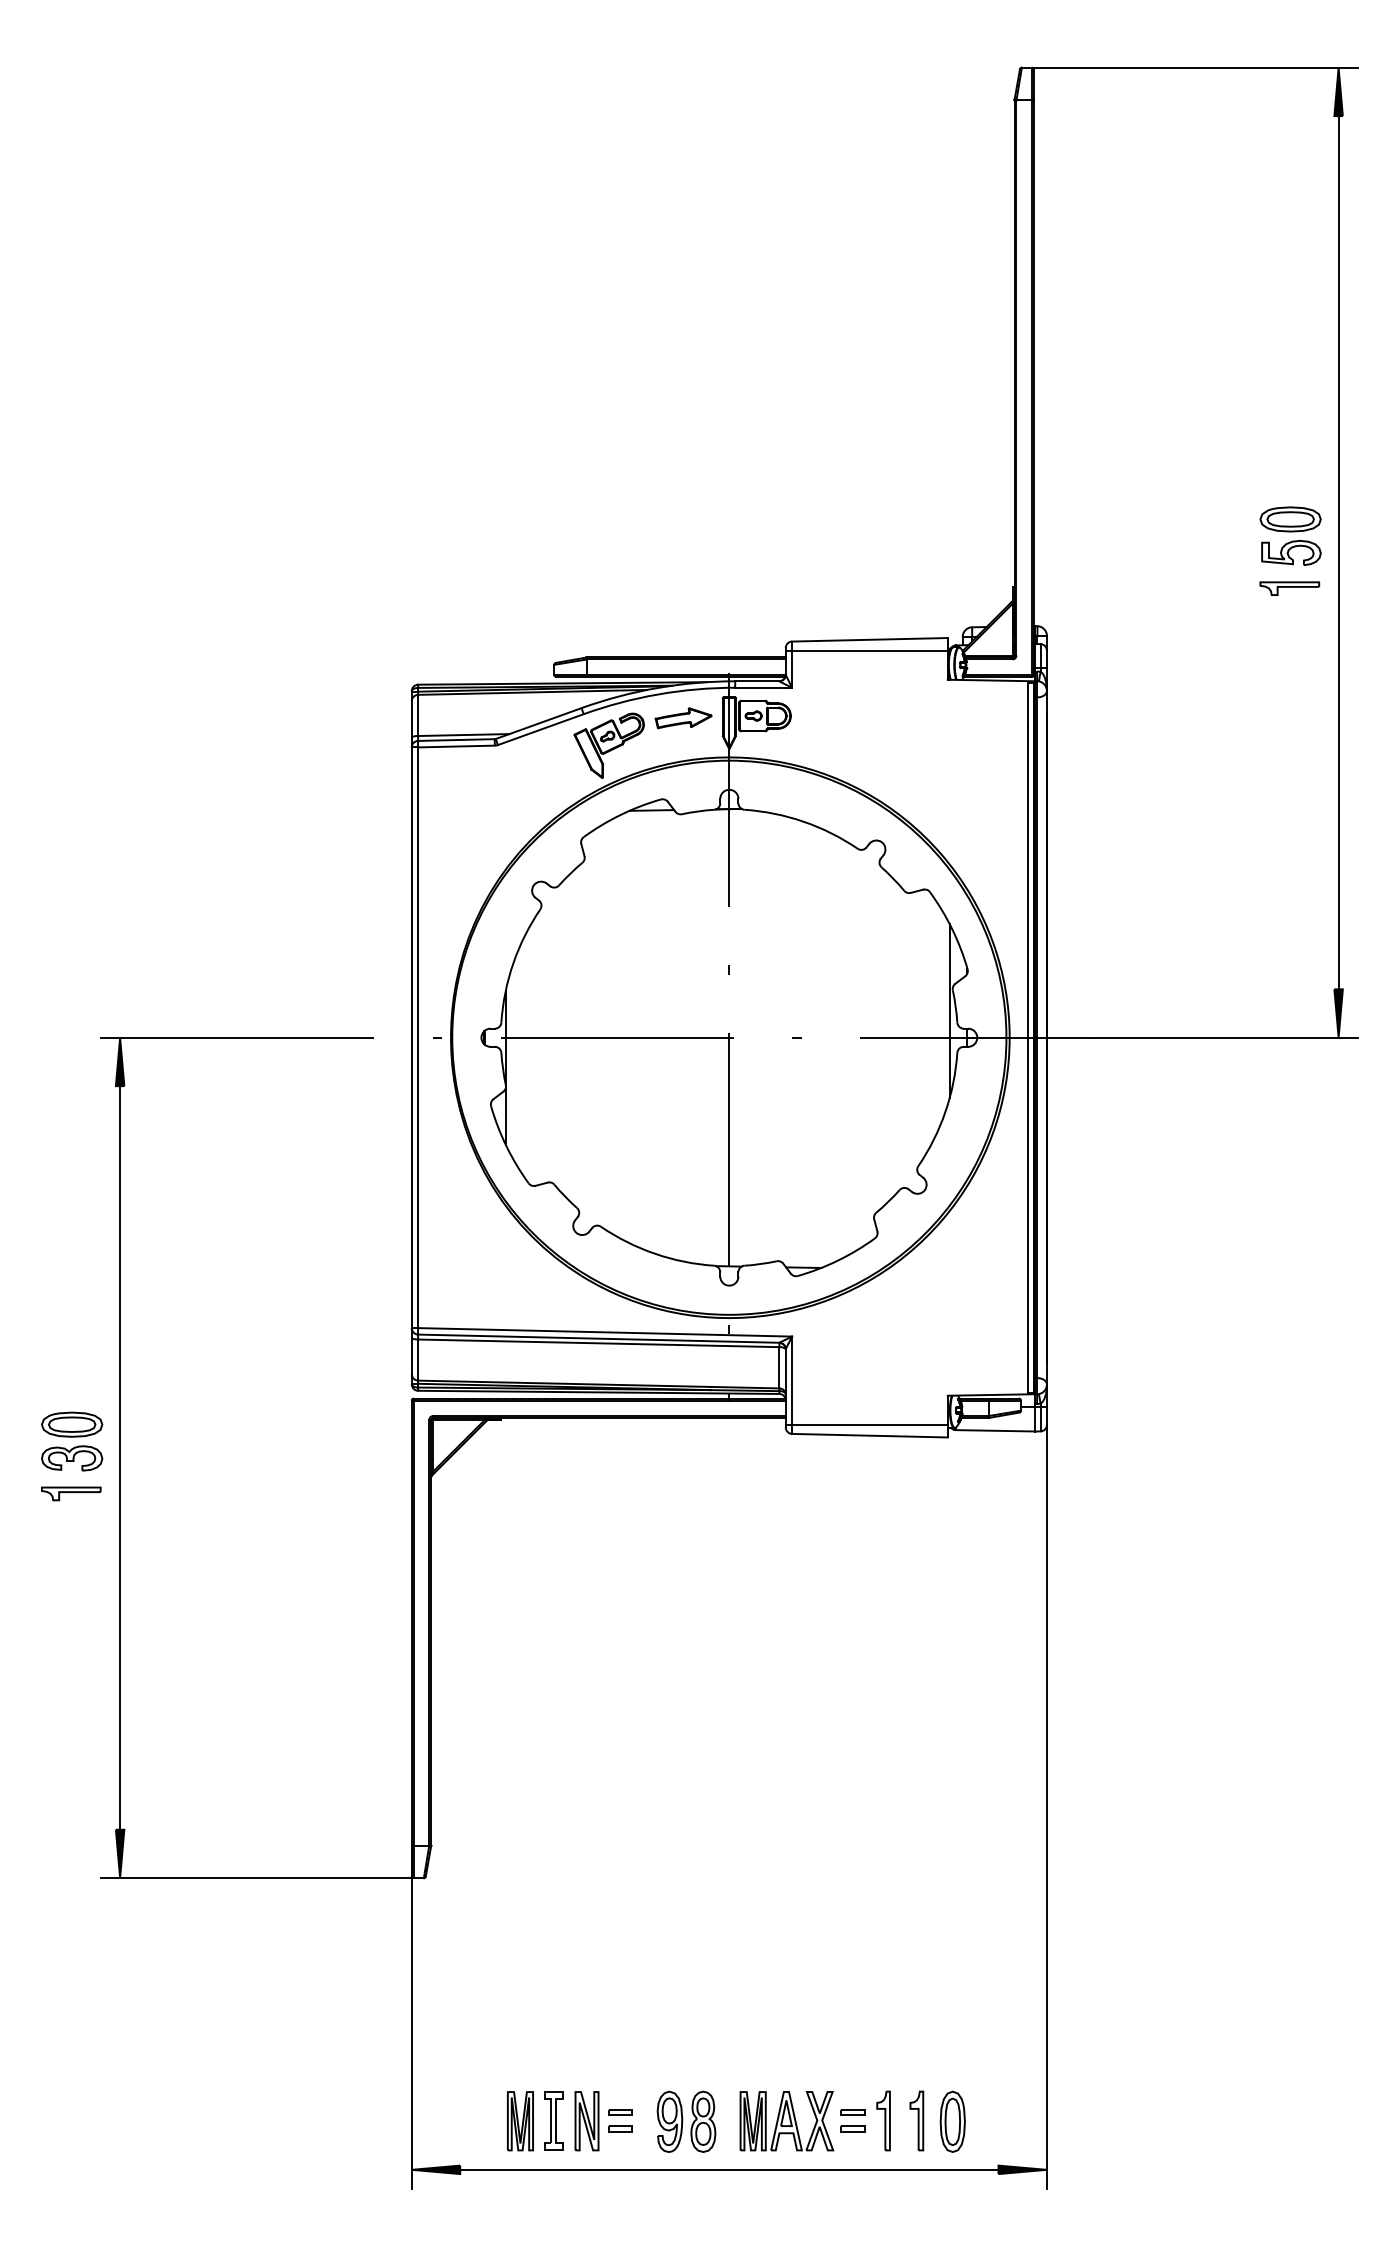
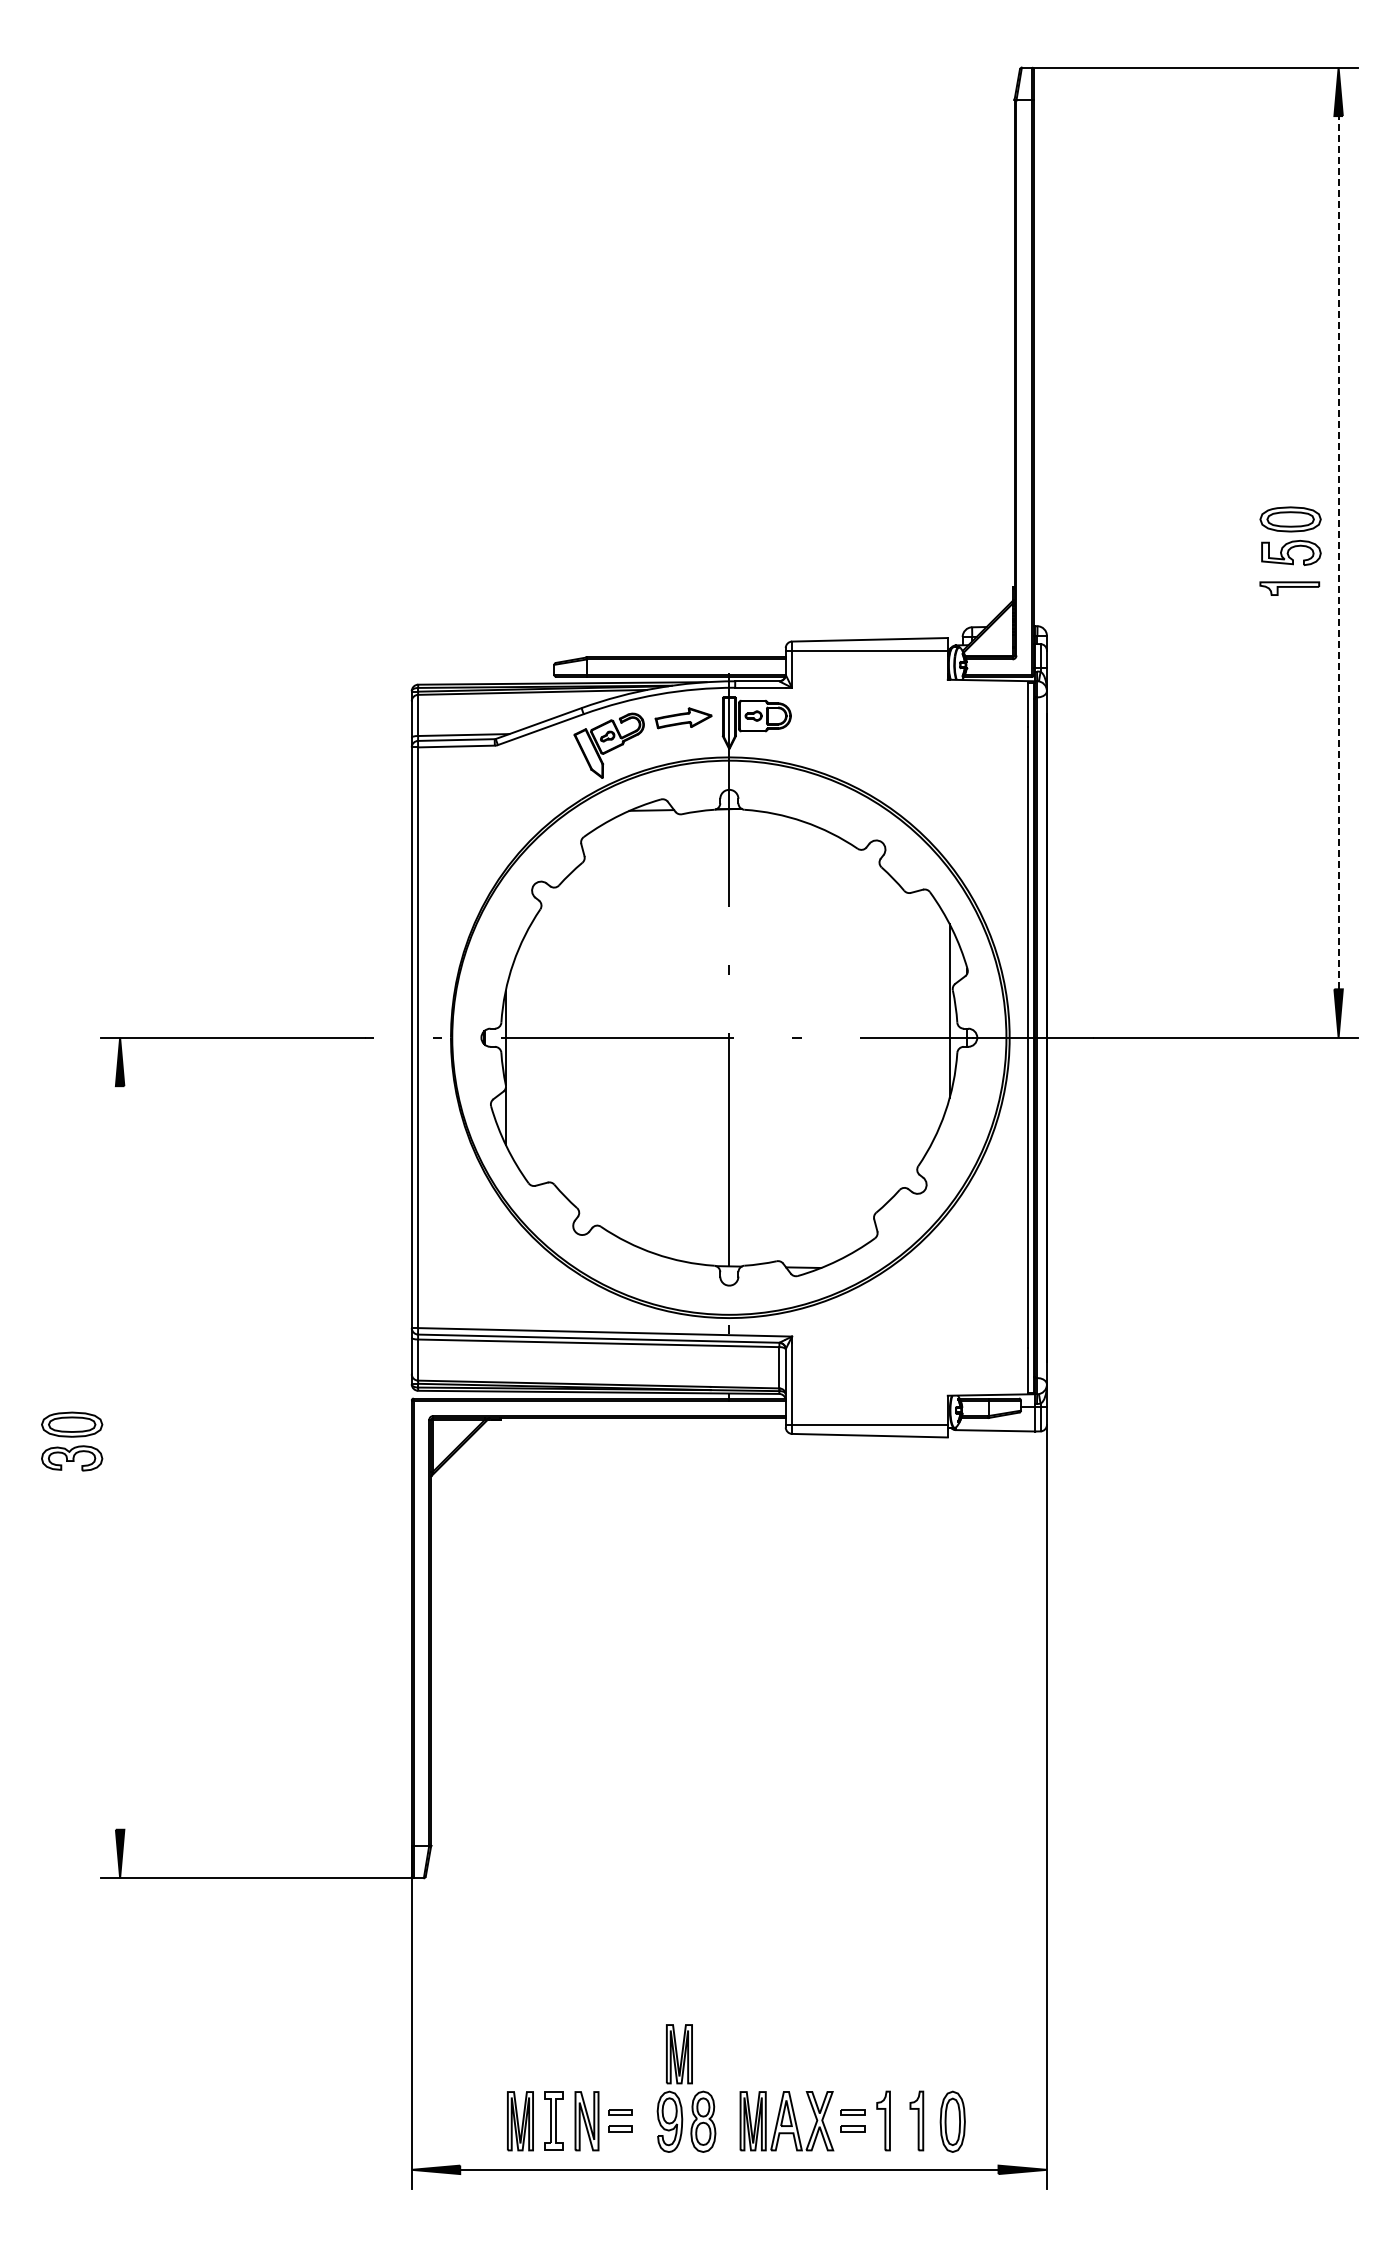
line at (1338, 552): solid -> dashed
line at (120, 1457): present -> none
part at (71, 1493): present -> none
part at (679, 2054): none -> present
